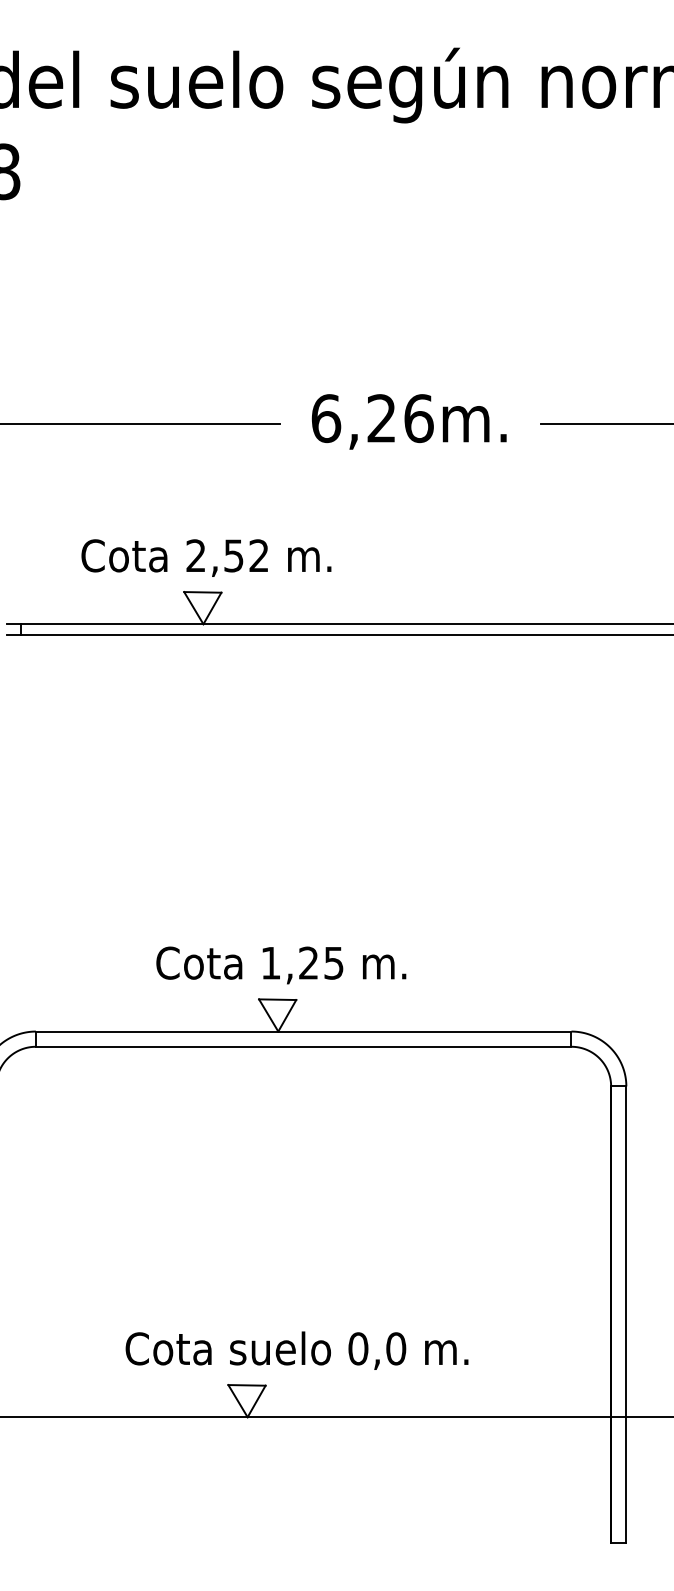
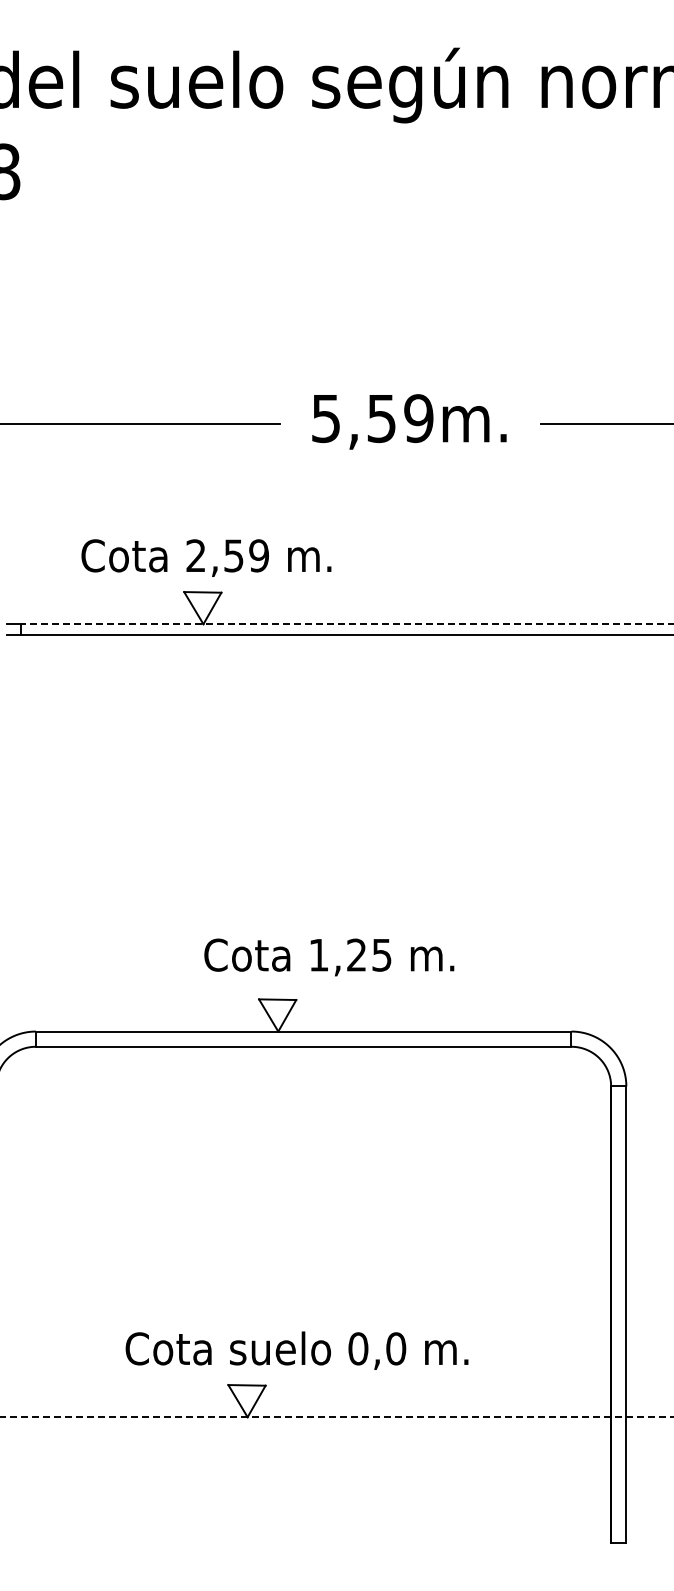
text at (372, 418): 6,26m. -> 5,59m.
text at (258, 555): 2,52 -> 2,59
line at (347, 624): solid -> dashed
text at (281, 965) position: (281, 965) -> (329, 957)
line at (337, 1417): solid -> dashed
